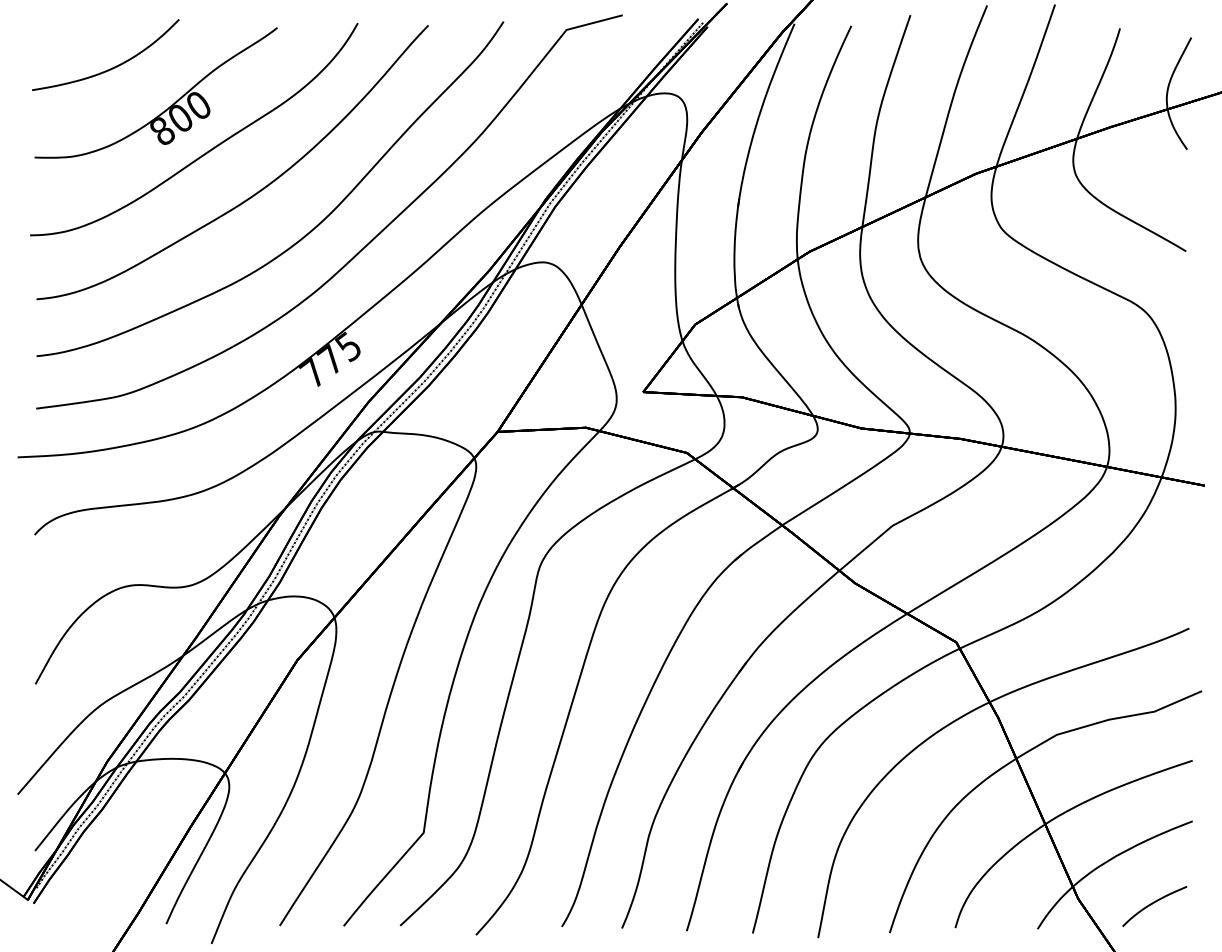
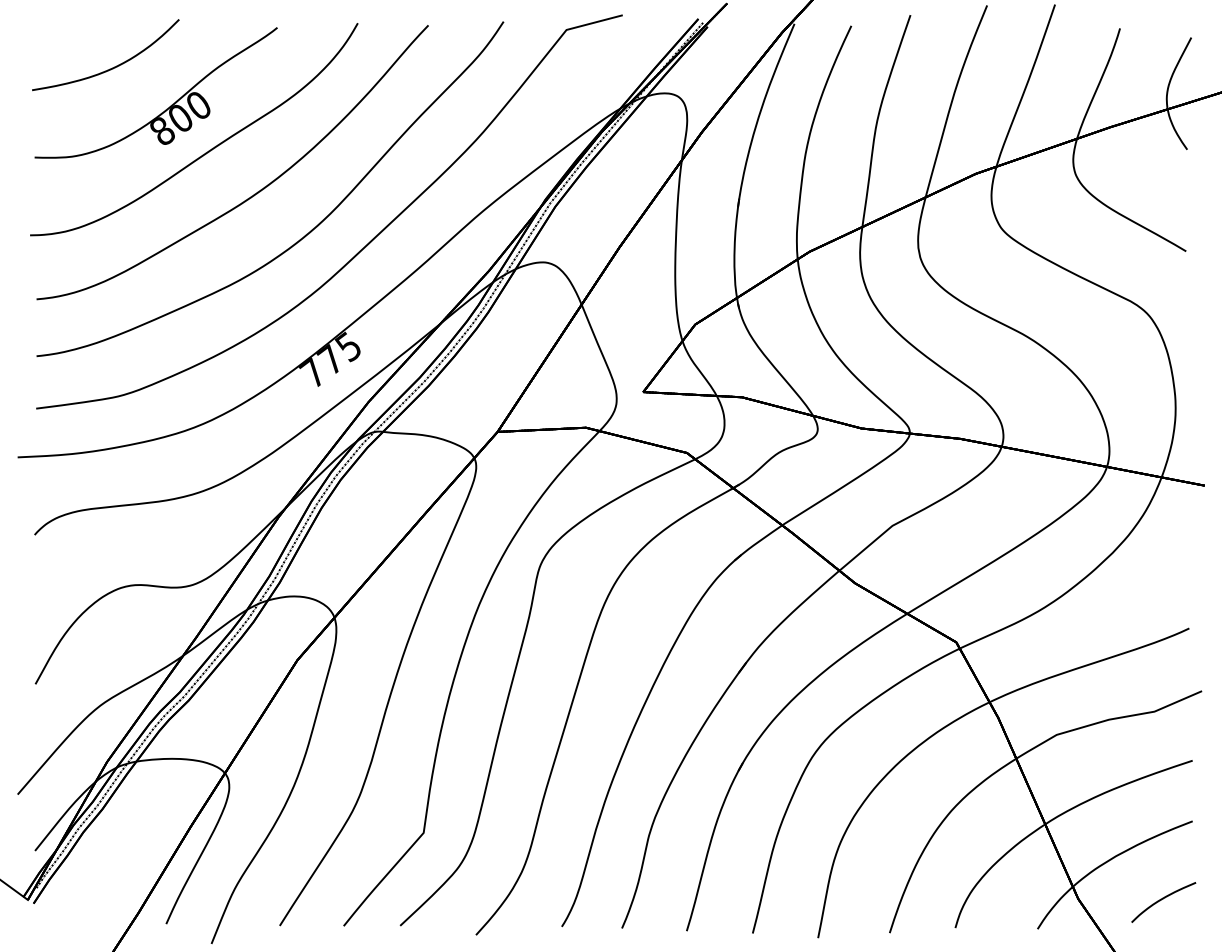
part at (1154, 906) position: (1154, 906) -> (1163, 902)
